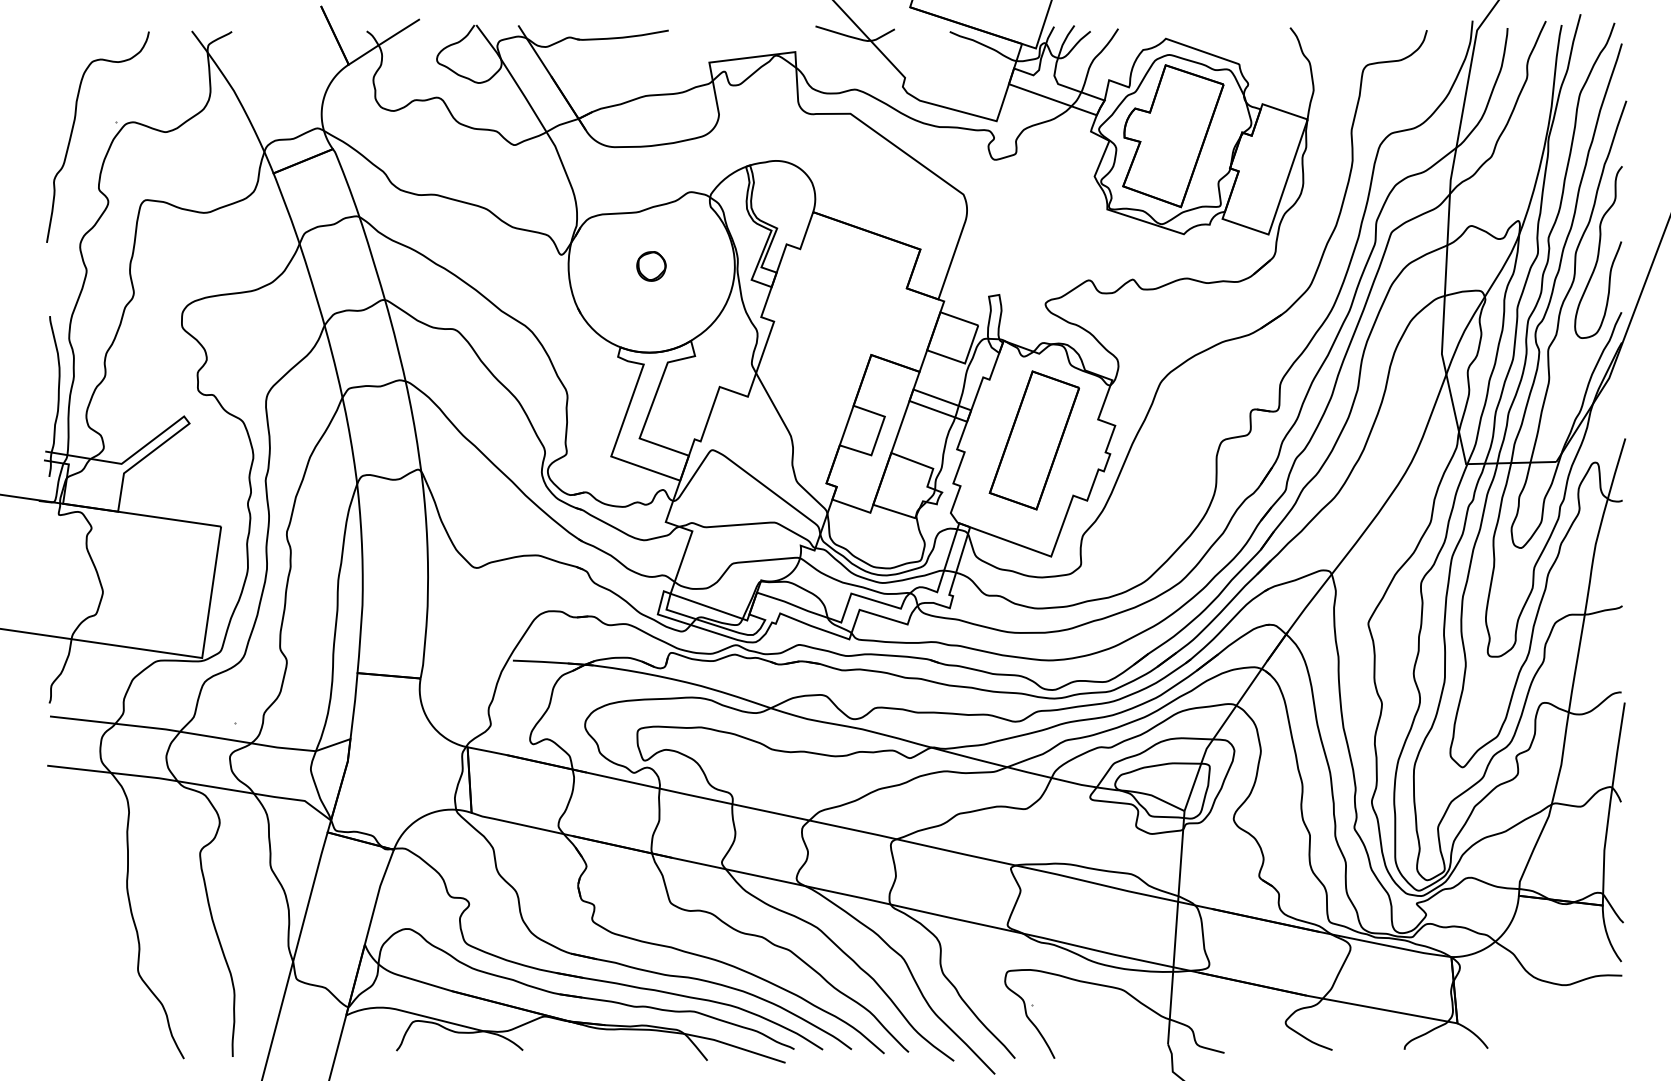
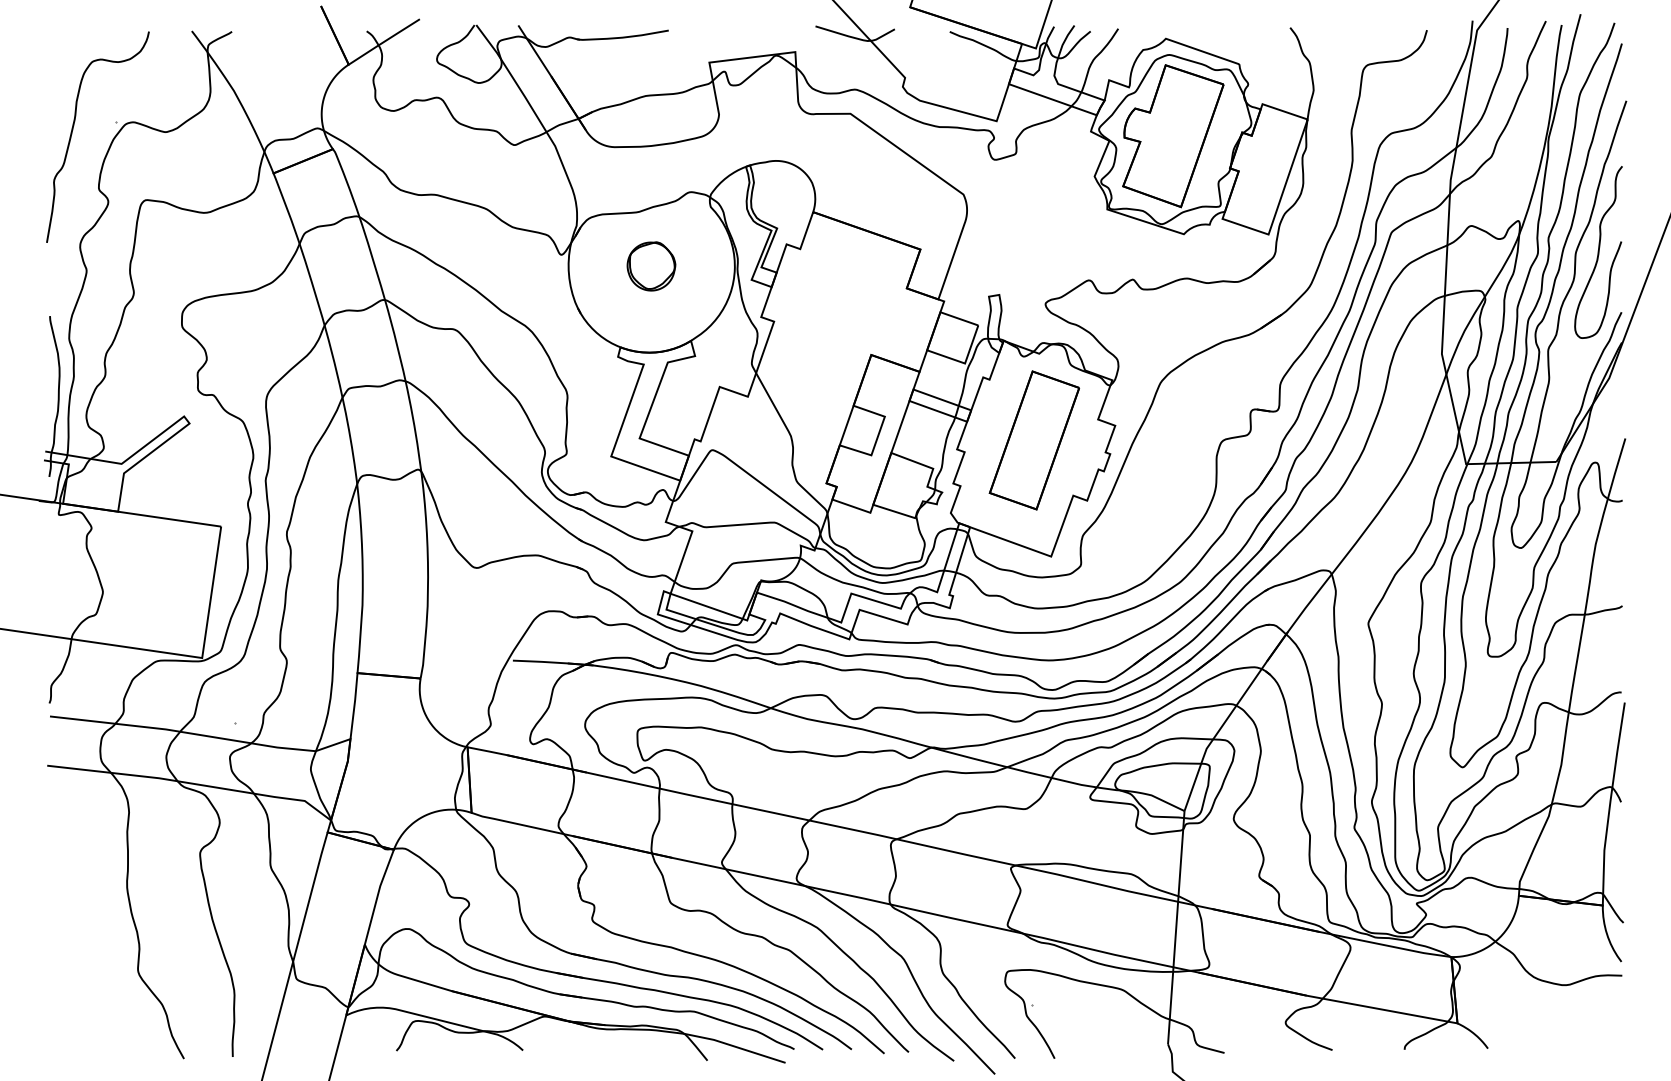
part at (651, 266) size: 31x31 px -> 51x51 px
